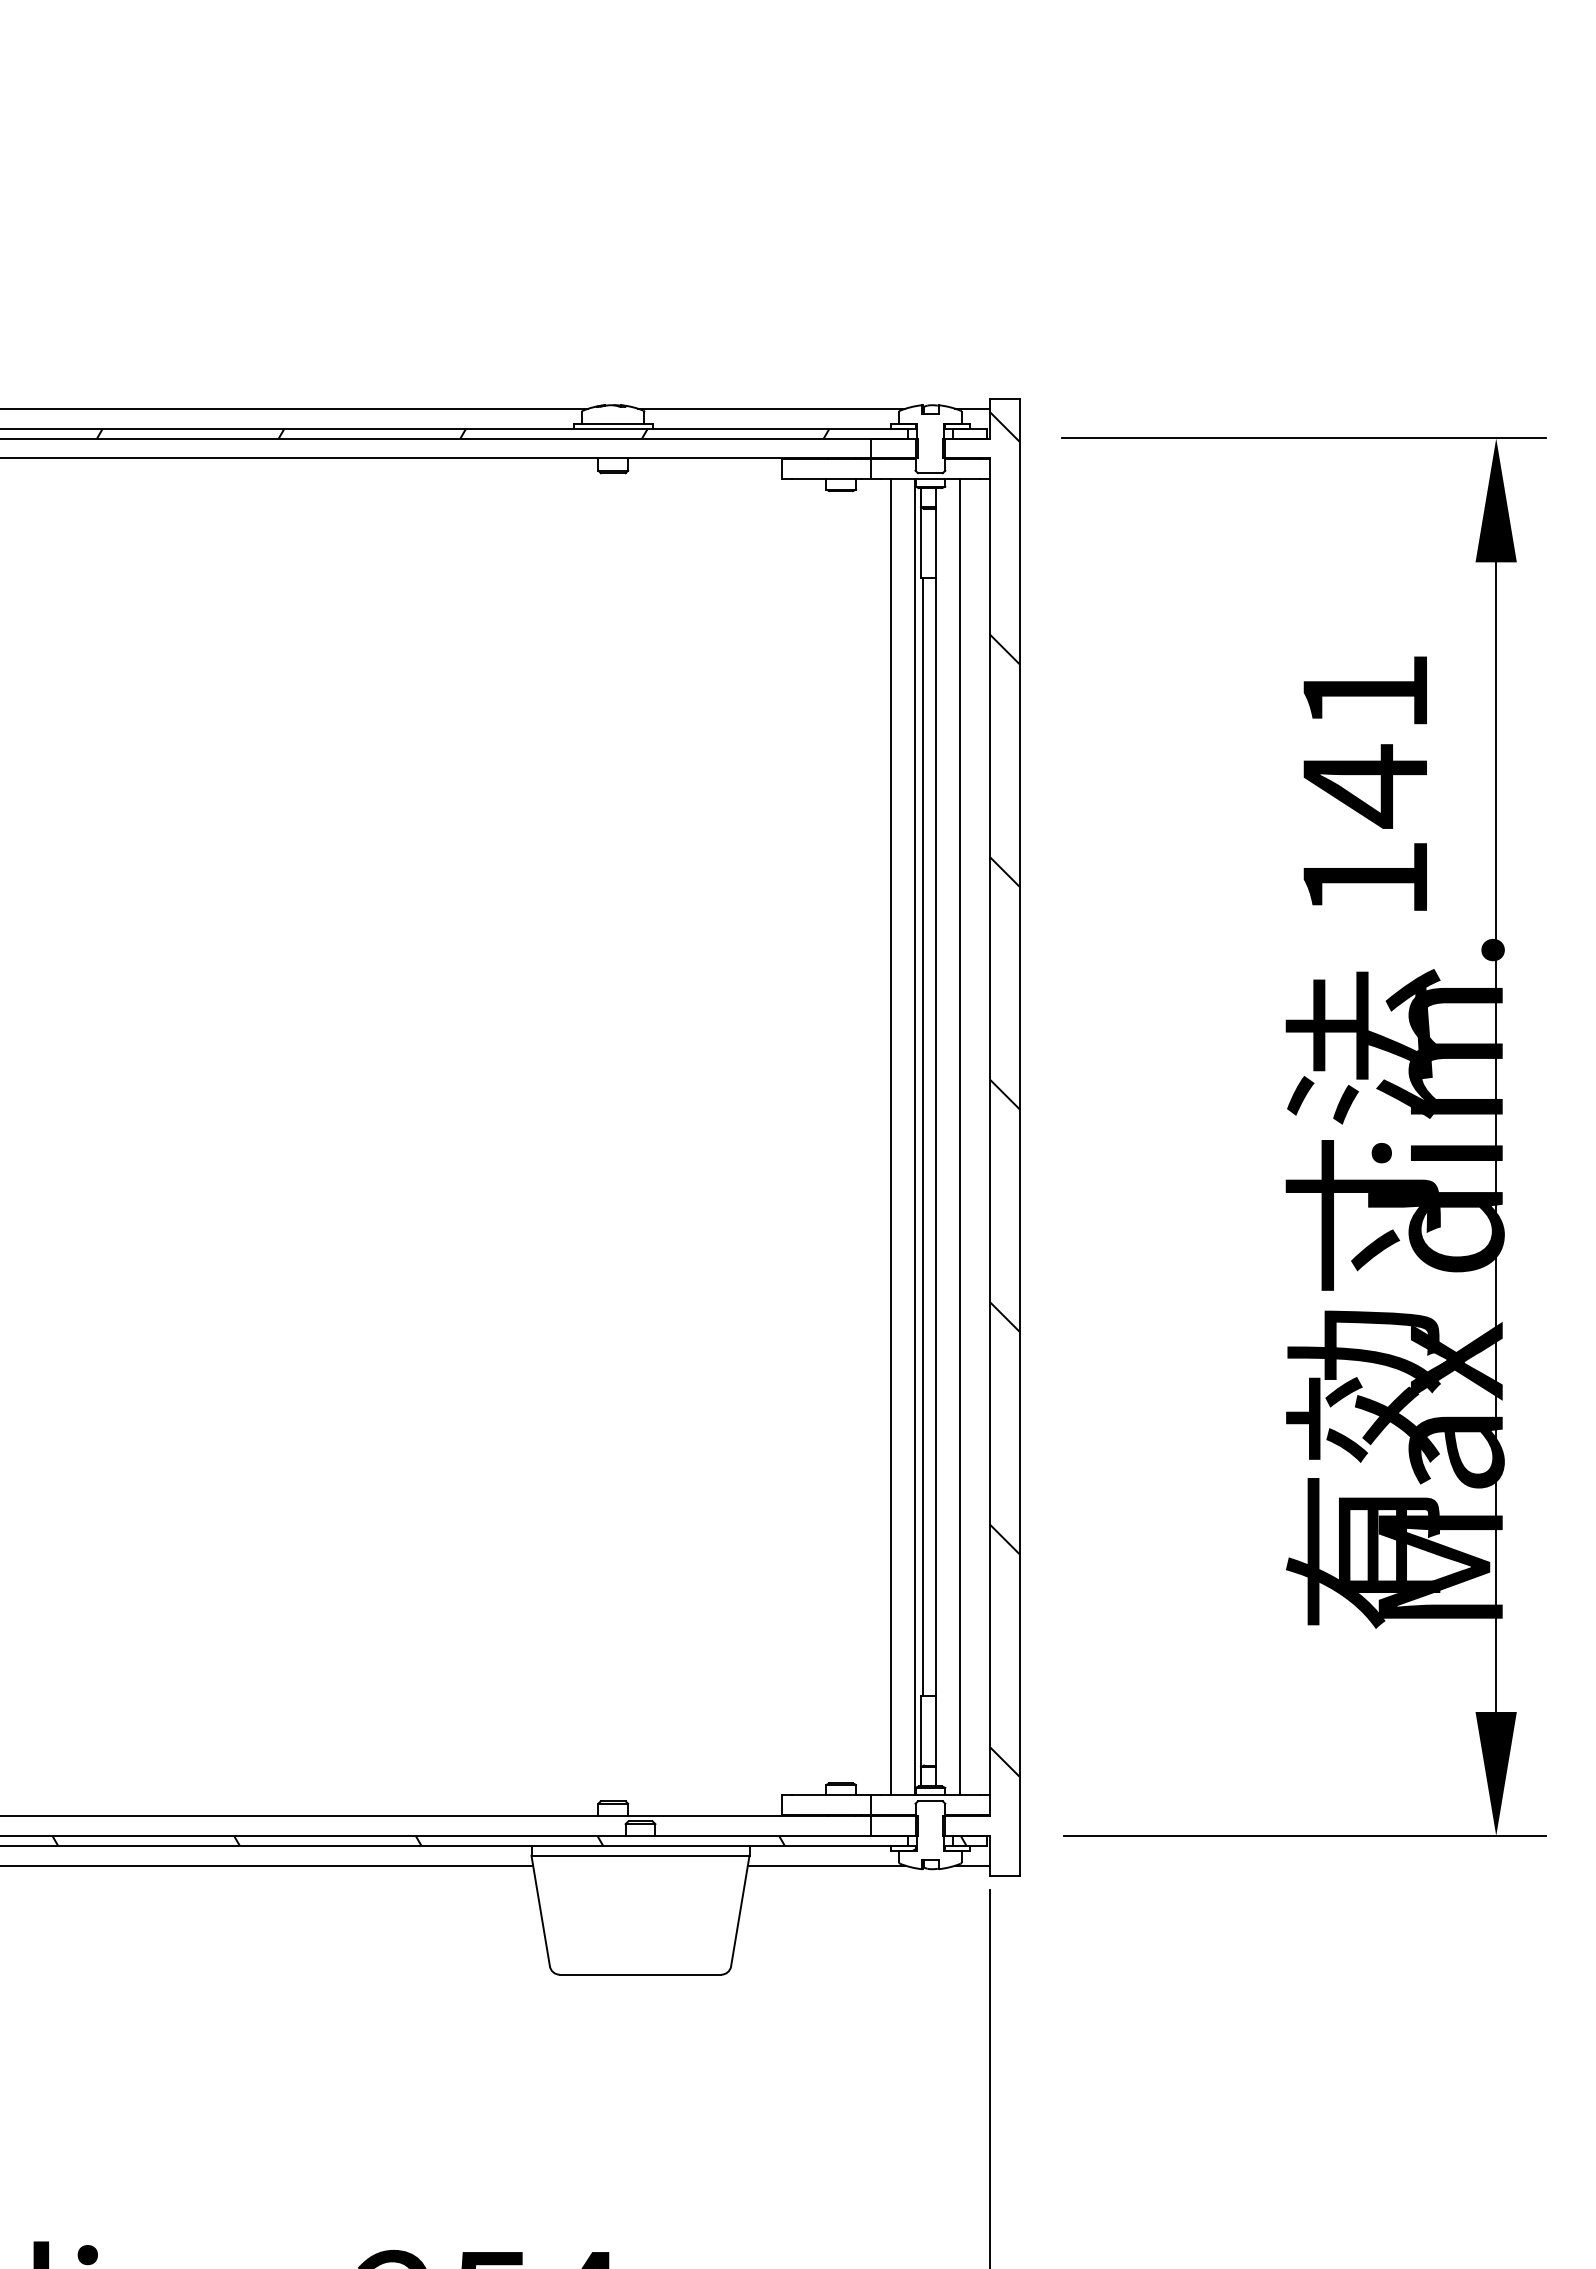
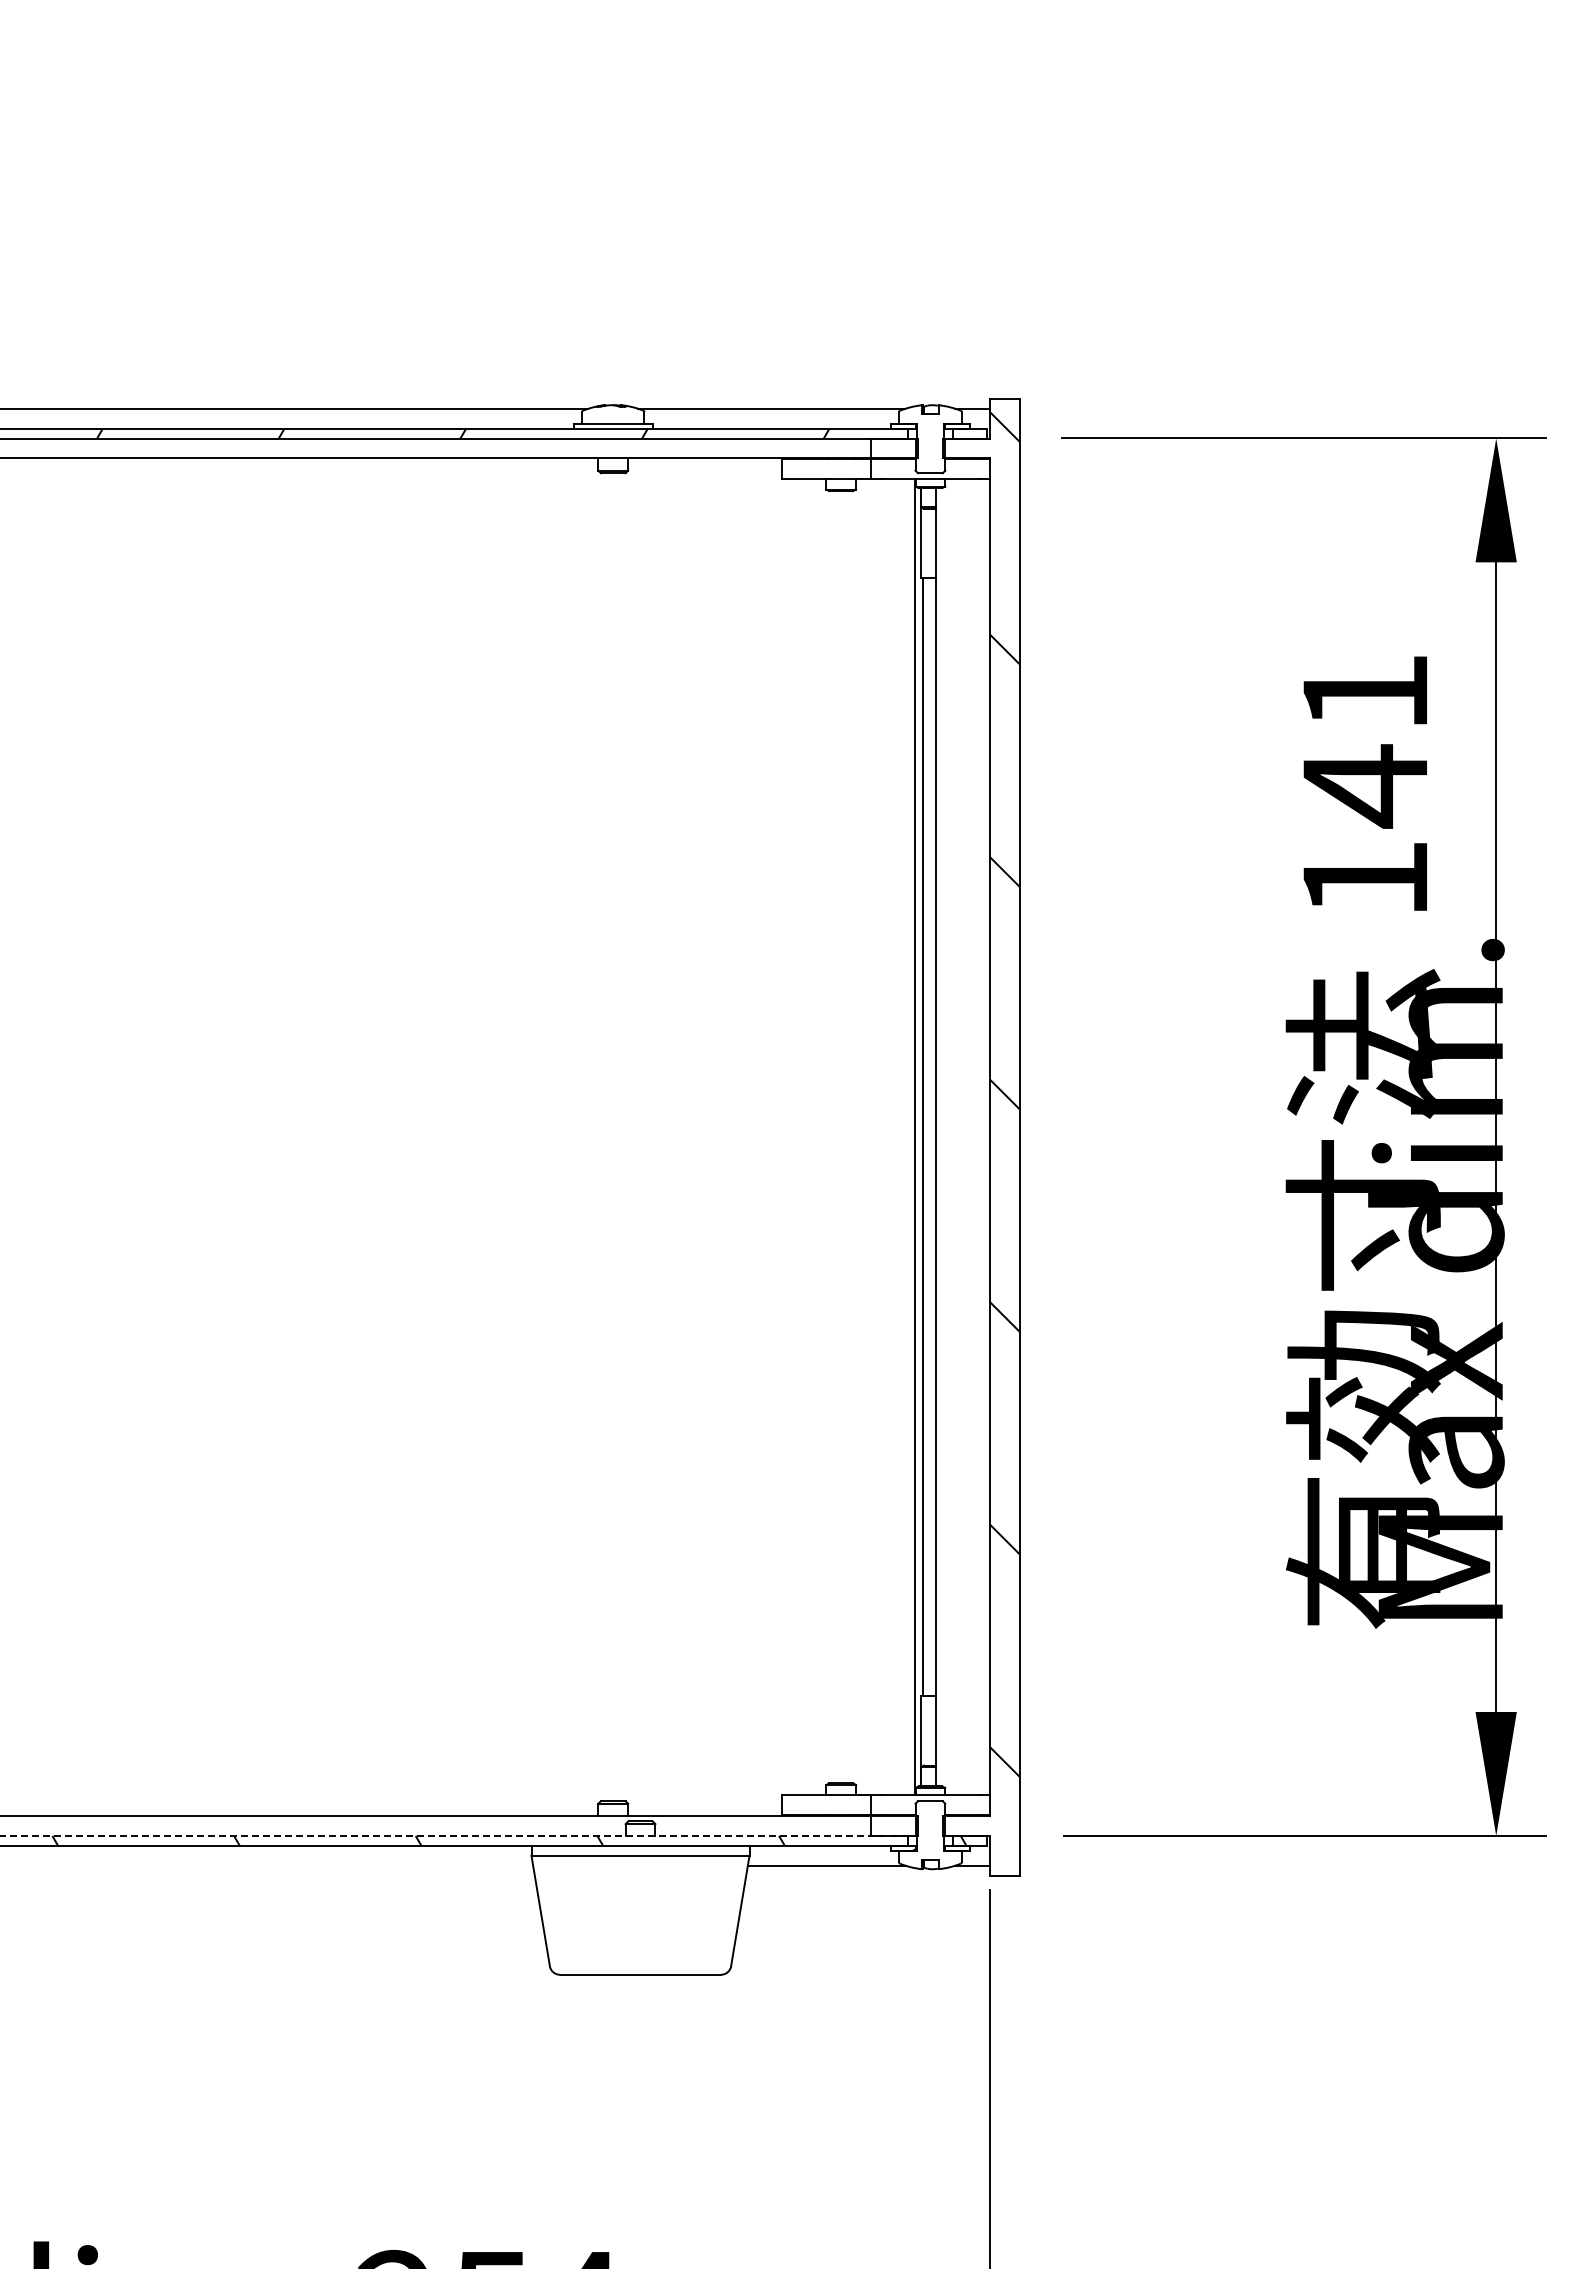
line at (890, 1137): present -> none
line at (960, 1137): present -> none
line at (454, 1835): solid -> dashed
line at (267, 1865): present -> none
